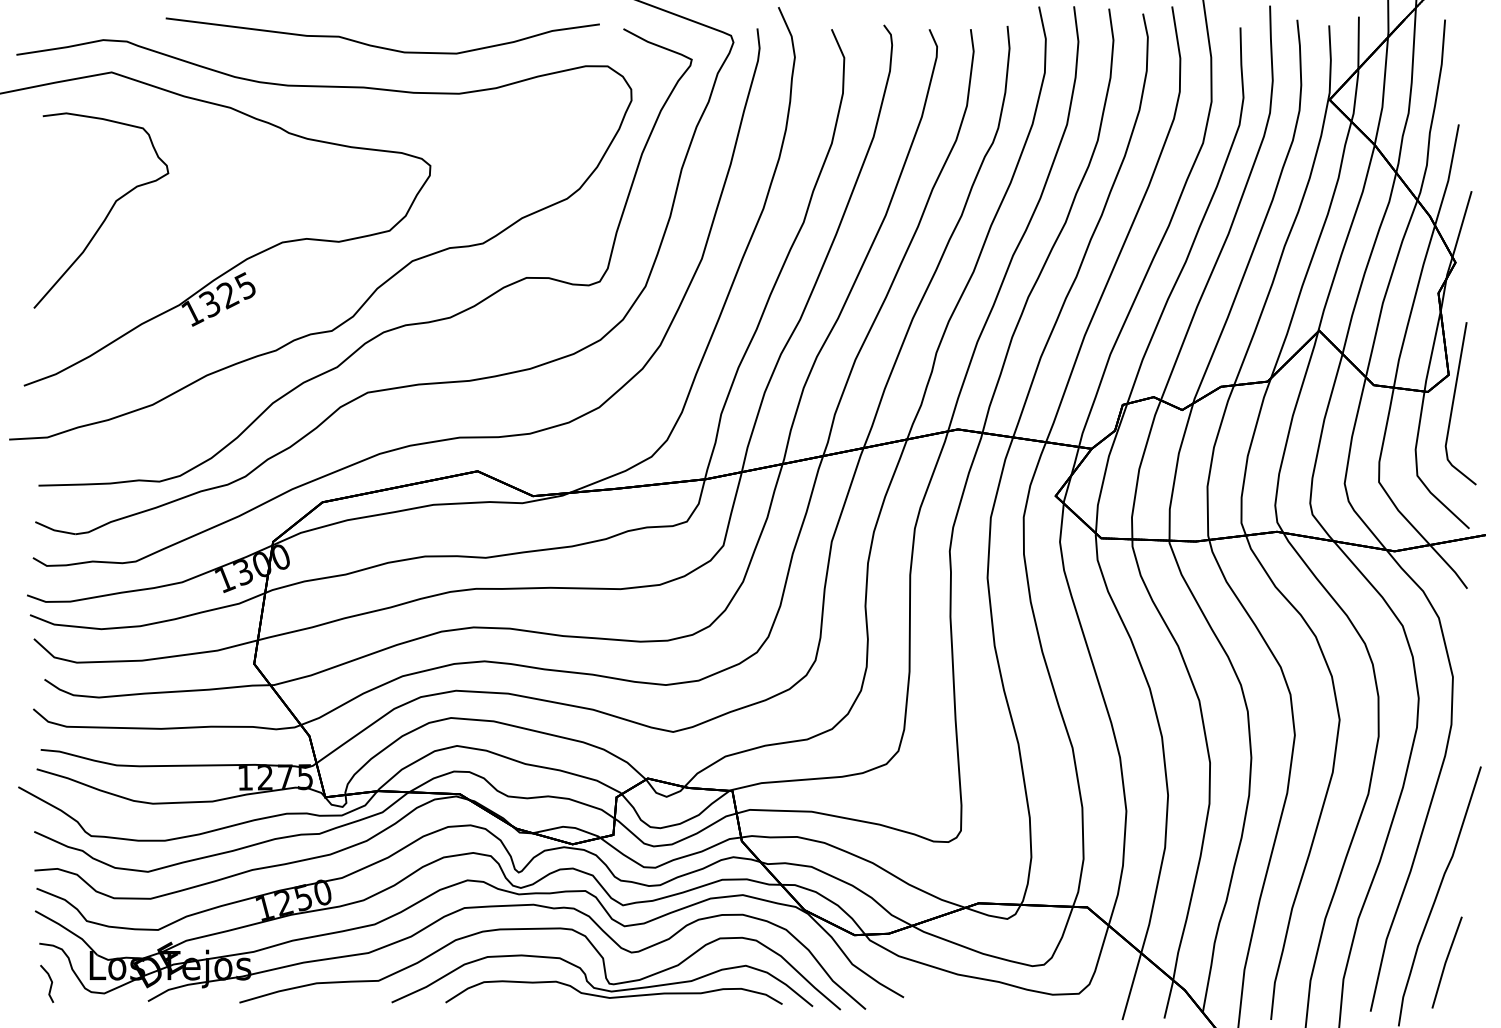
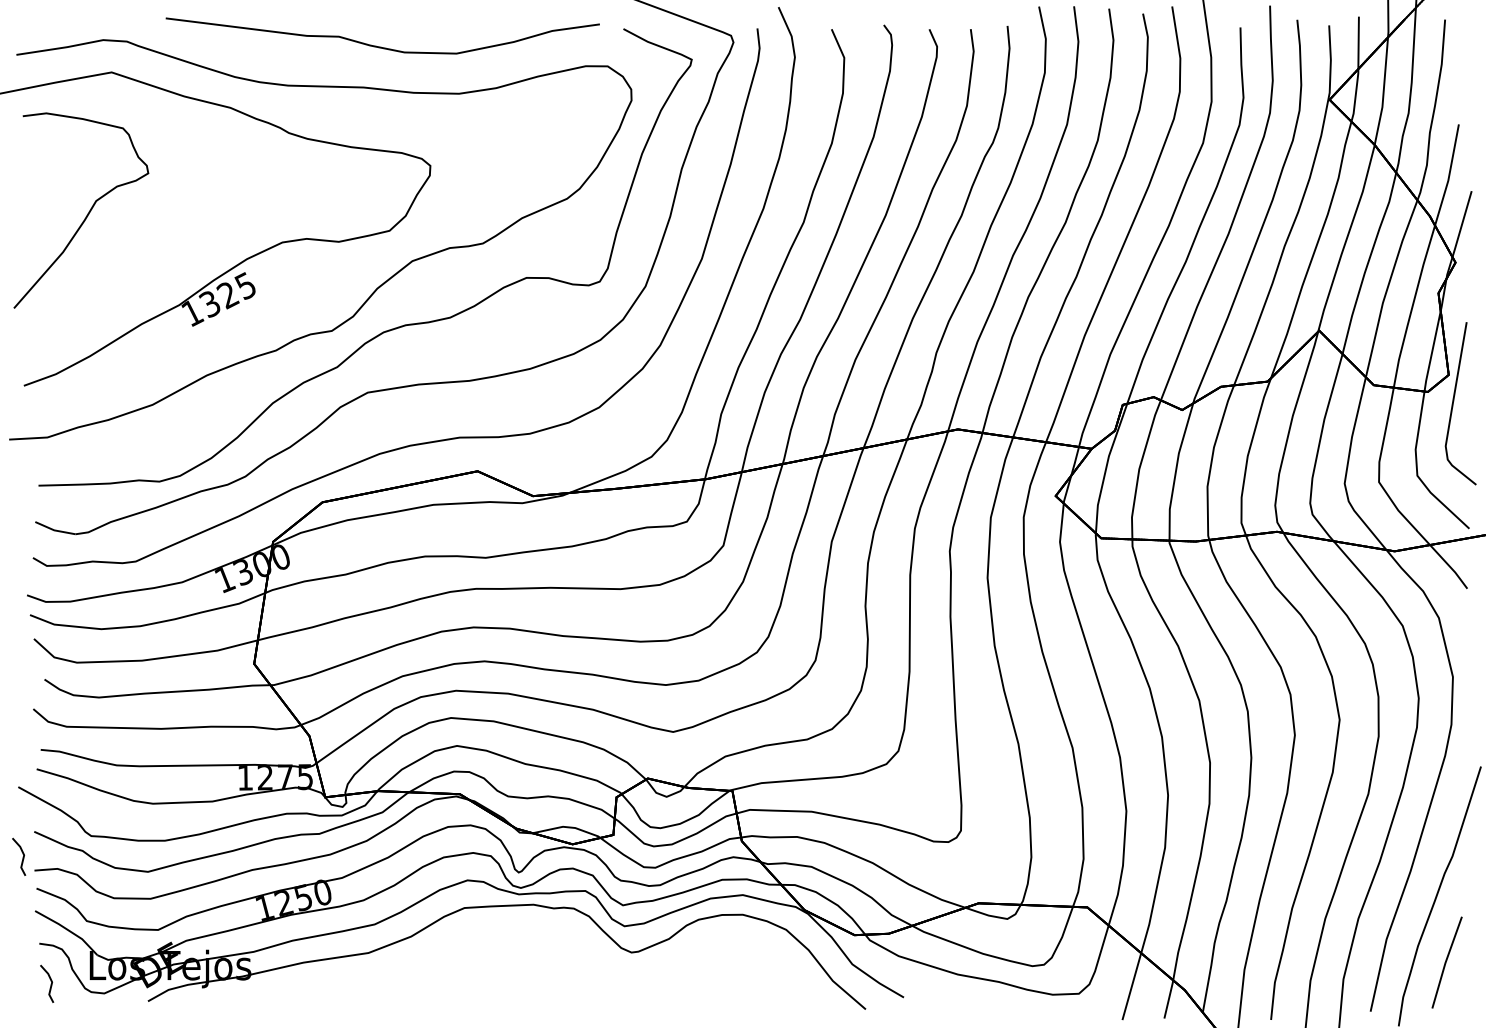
curve at (107, 213) position: (107, 213) -> (87, 213)
line at (22, 857): none -> present
part at (540, 957): present -> none
